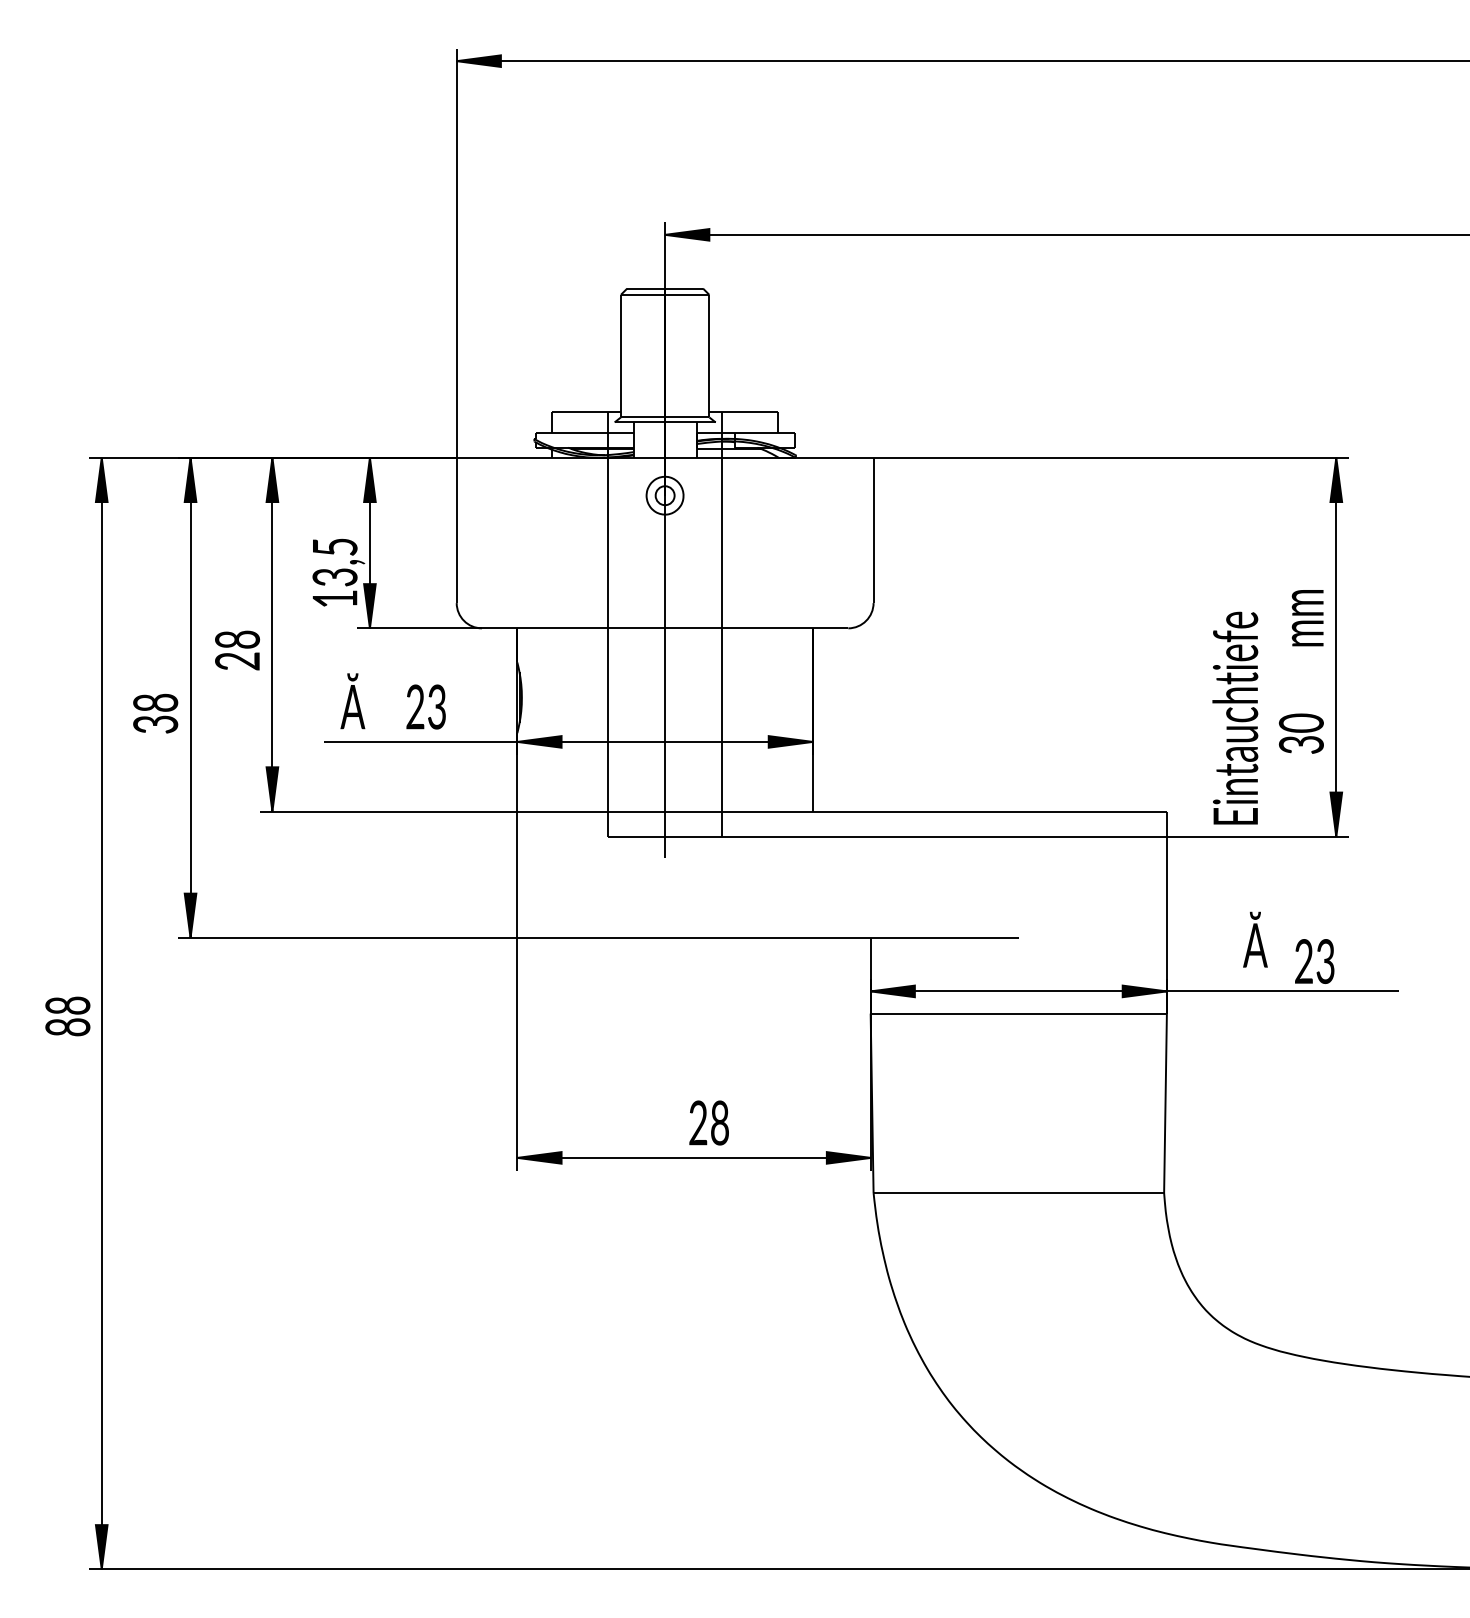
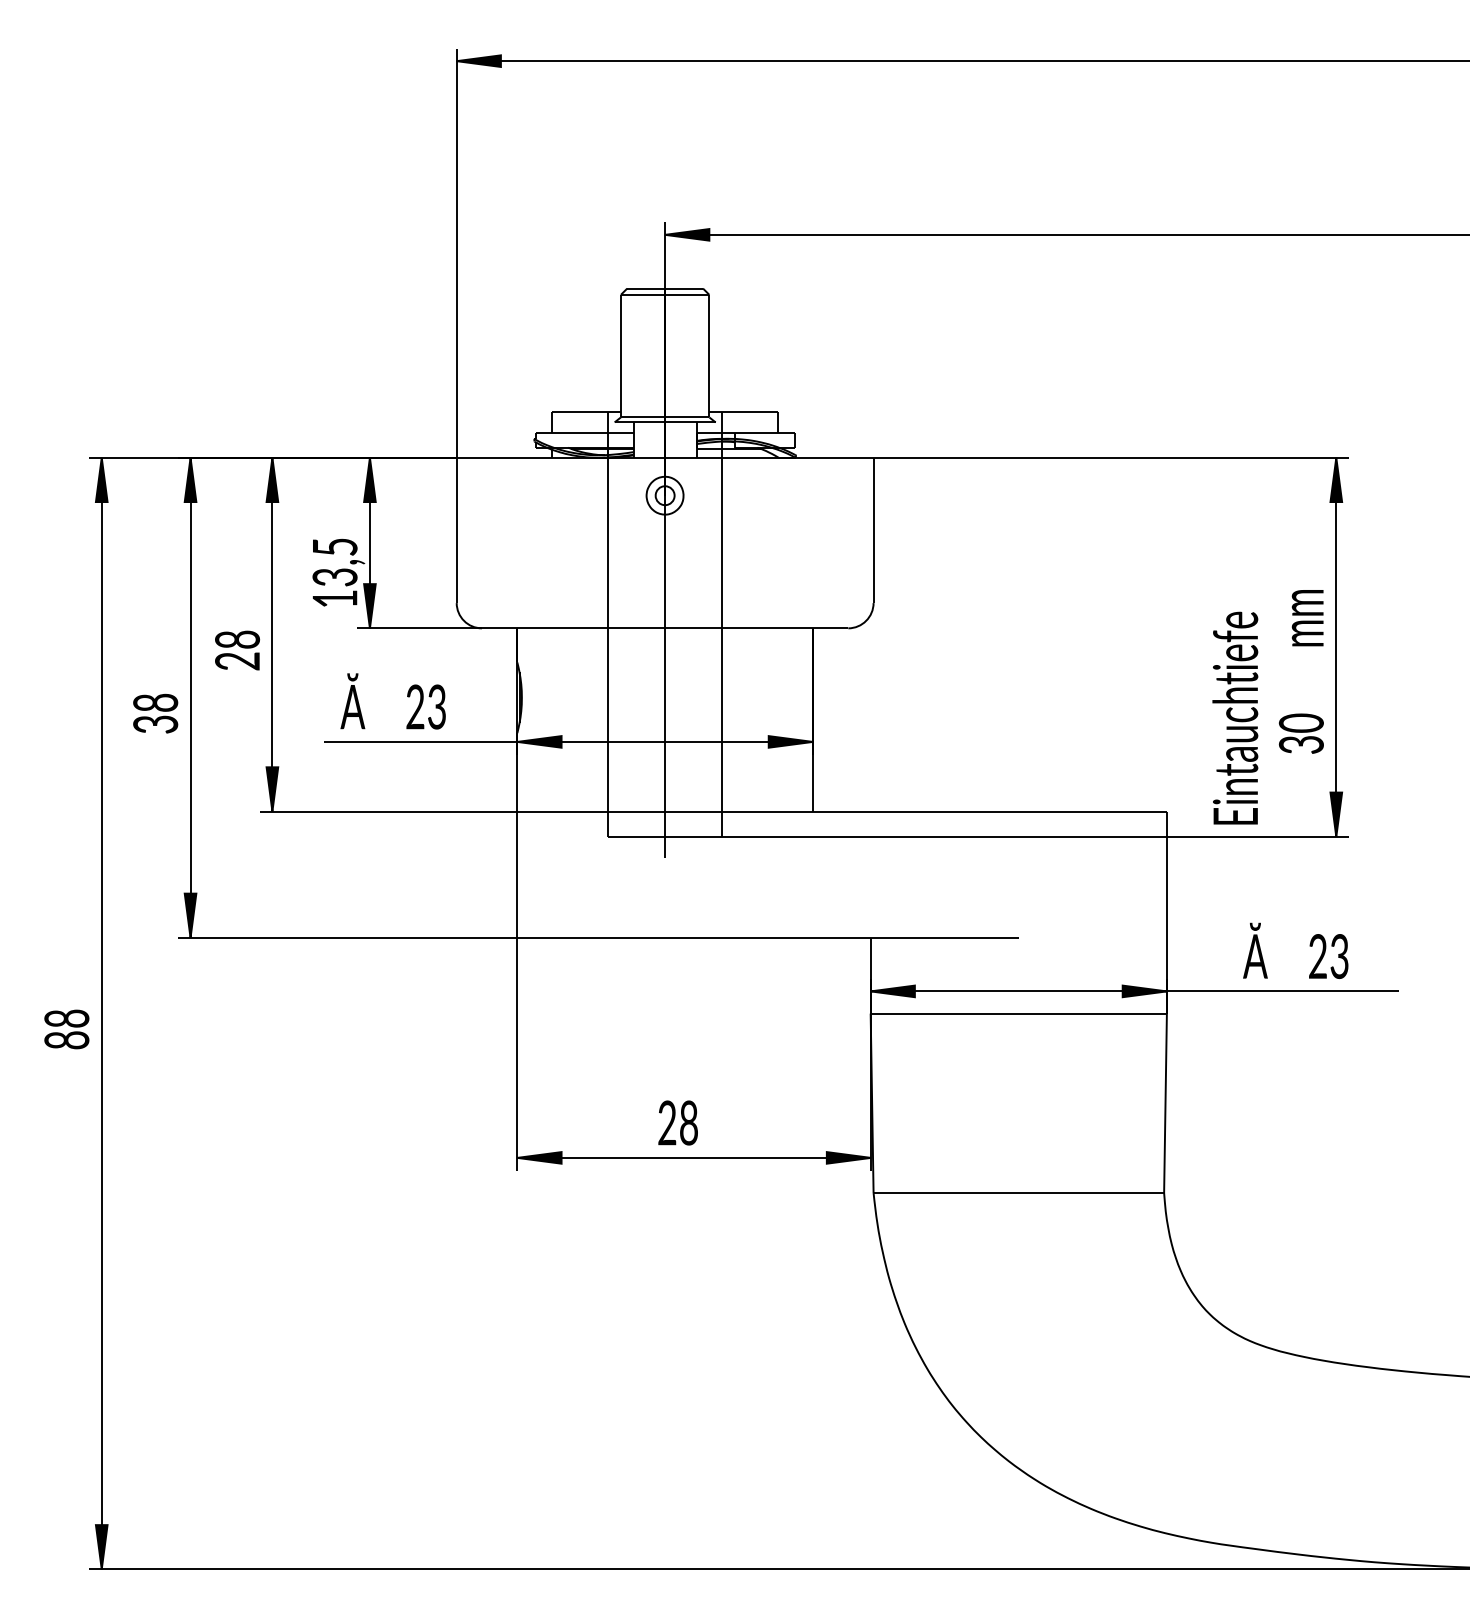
text at (1255, 939) position: (1255, 939) -> (1255, 950)
text at (1314, 961) position: (1314, 961) -> (1328, 956)
text at (67, 1016) position: (67, 1016) -> (66, 1029)
text at (708, 1122) position: (708, 1122) -> (677, 1122)
